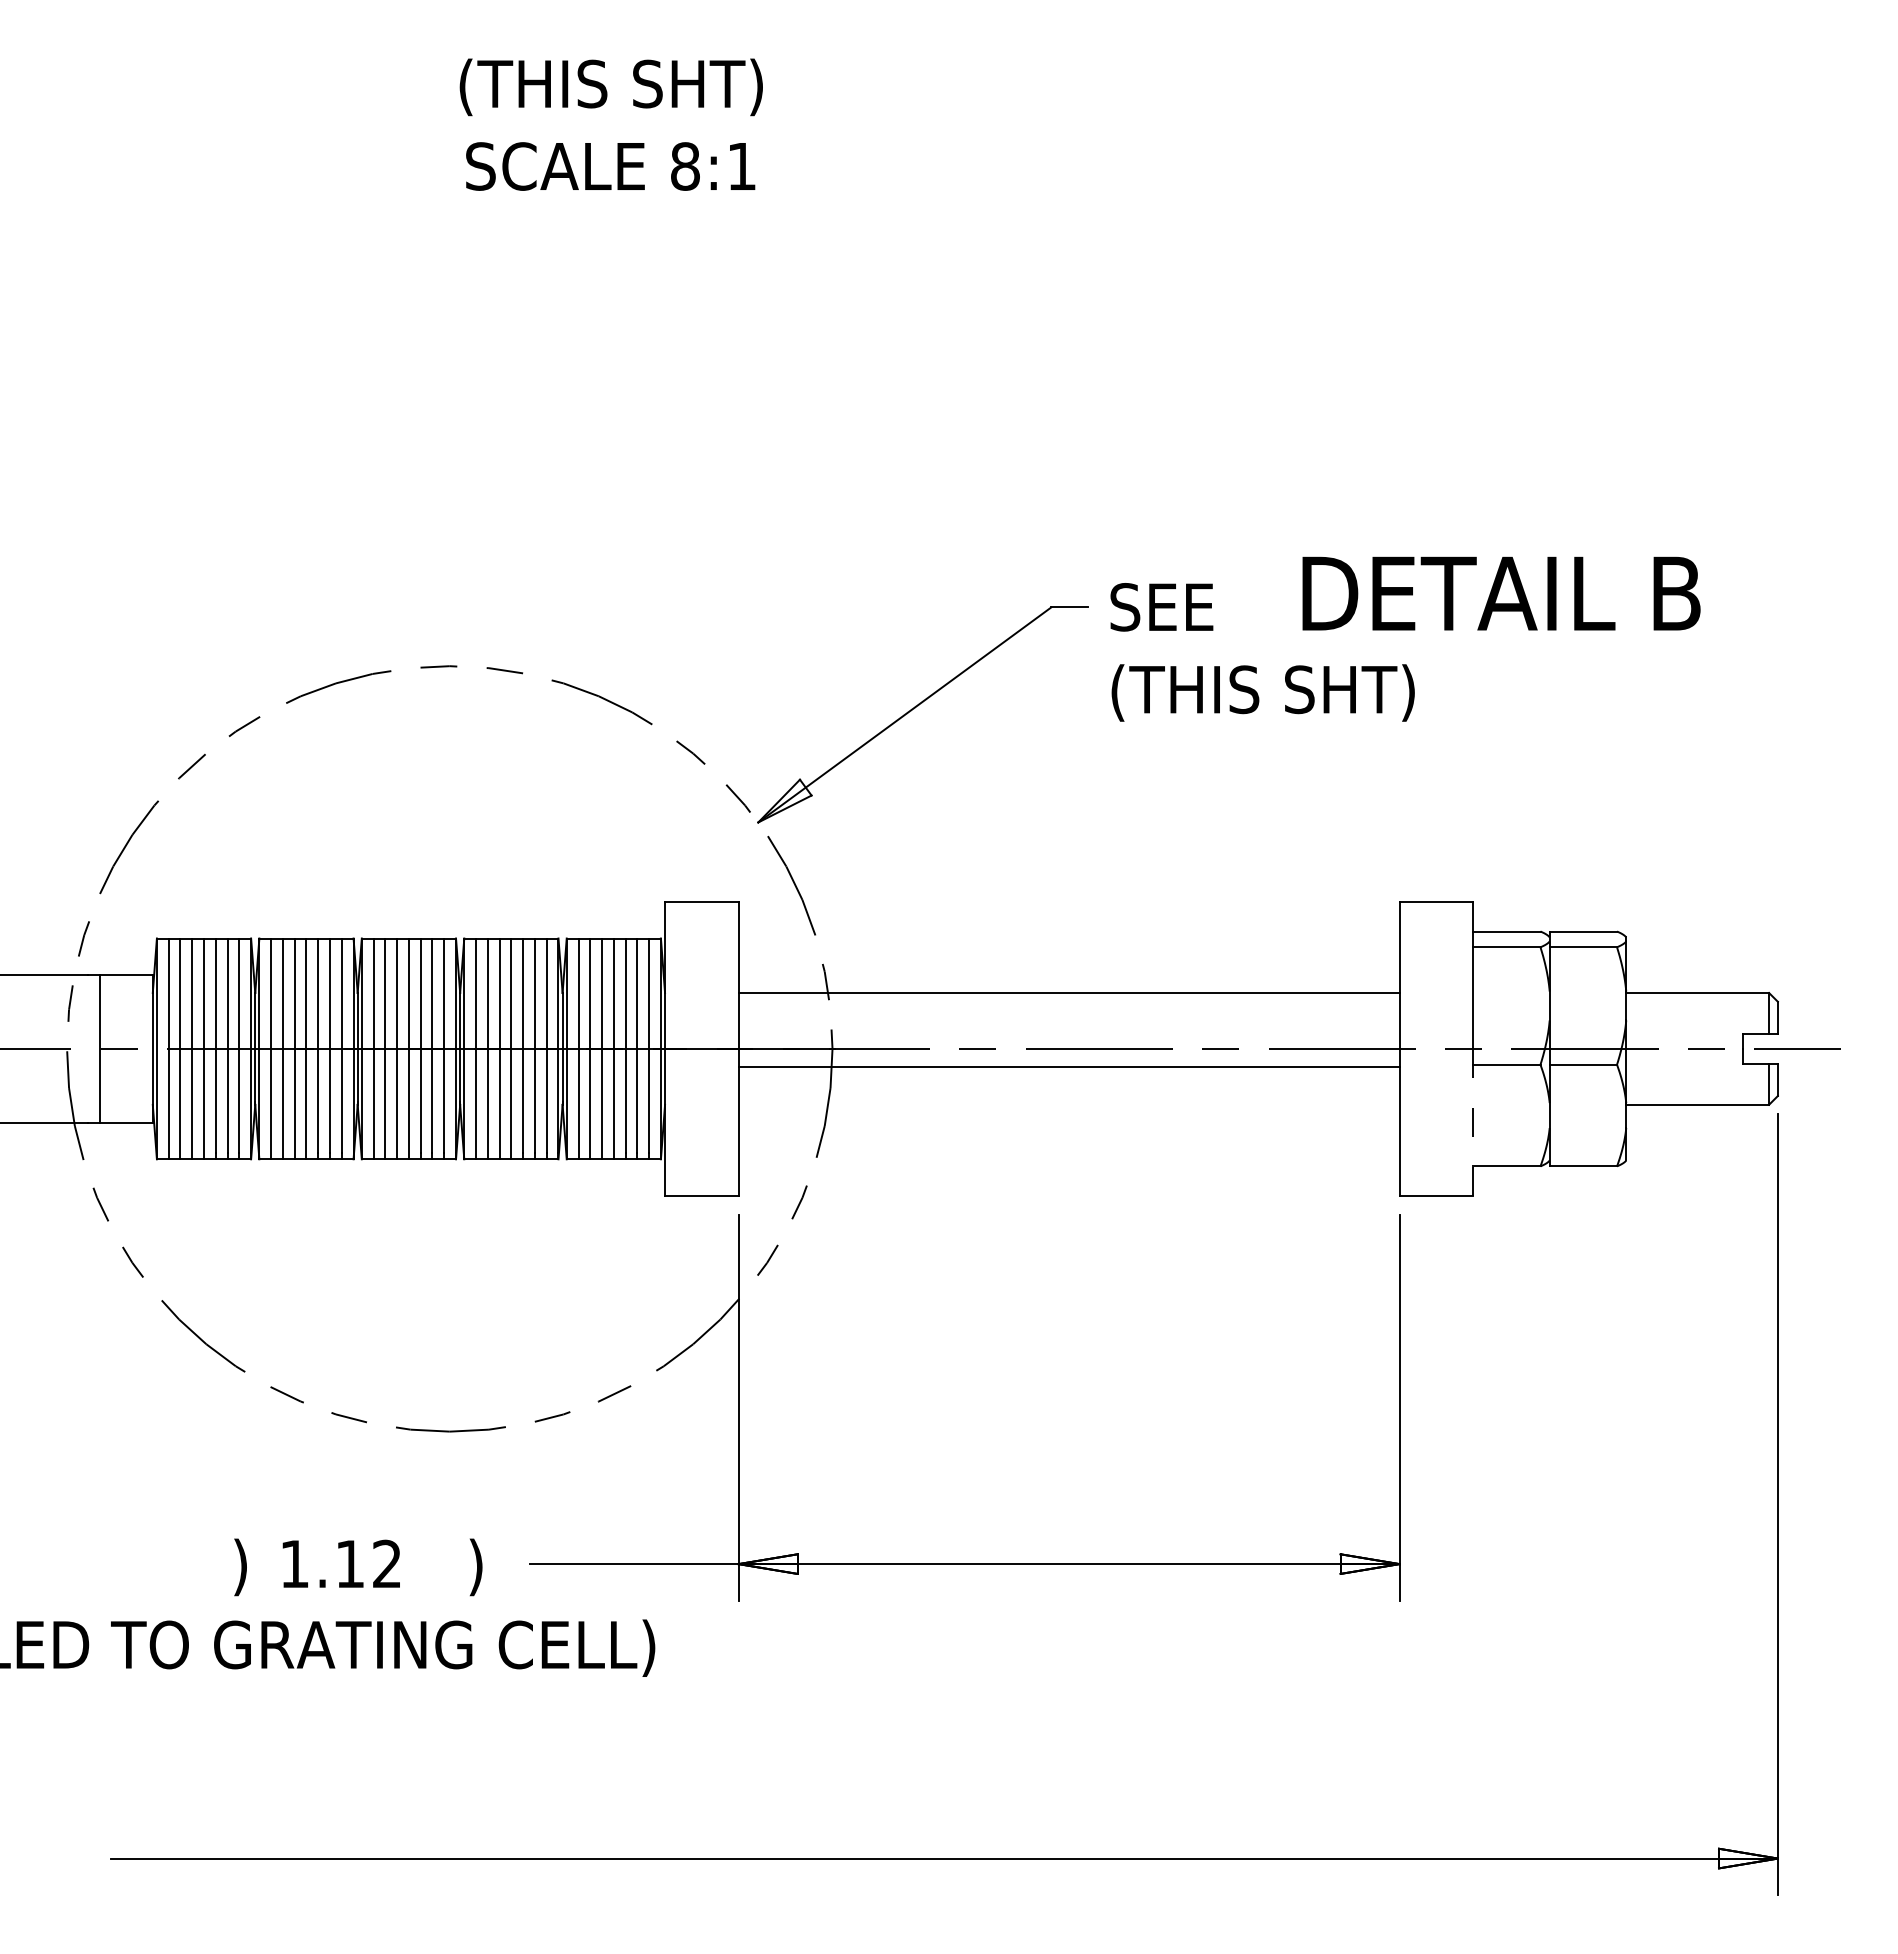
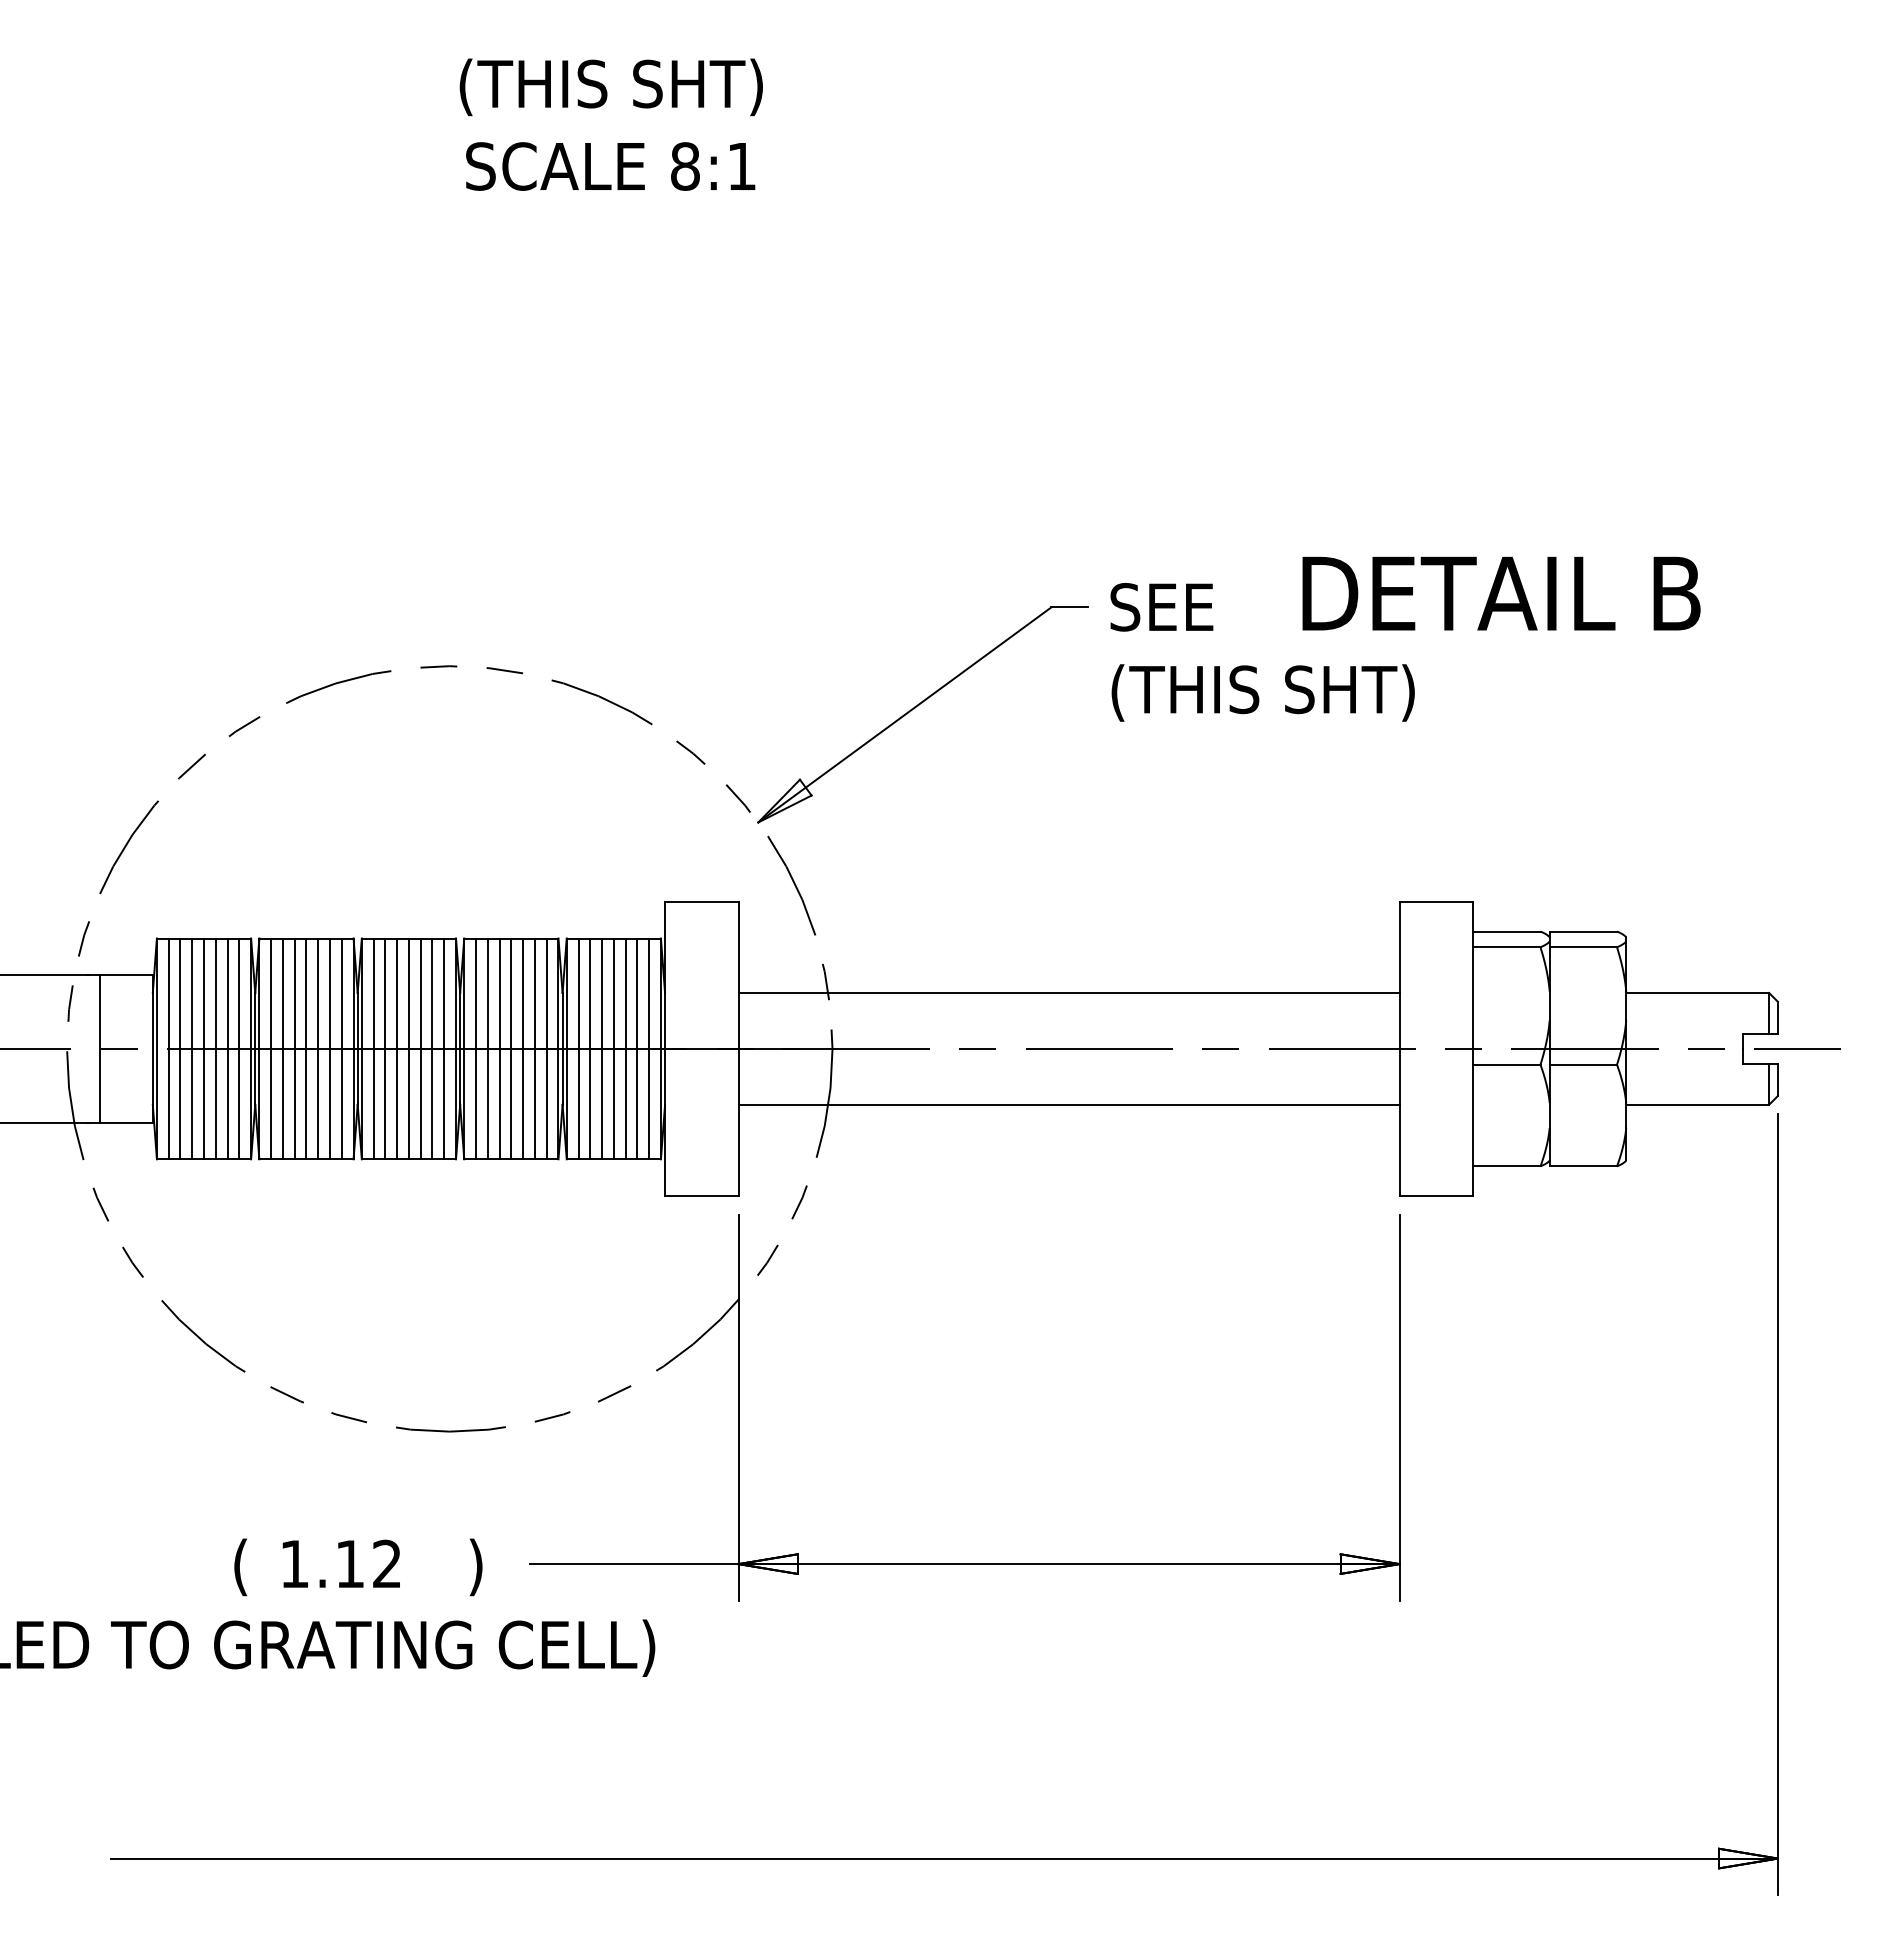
line at (1068, 1066) position: (1068, 1066) -> (1068, 1104)
line at (1473, 1122): dashed -> solid
text at (240, 1567): ) -> (
